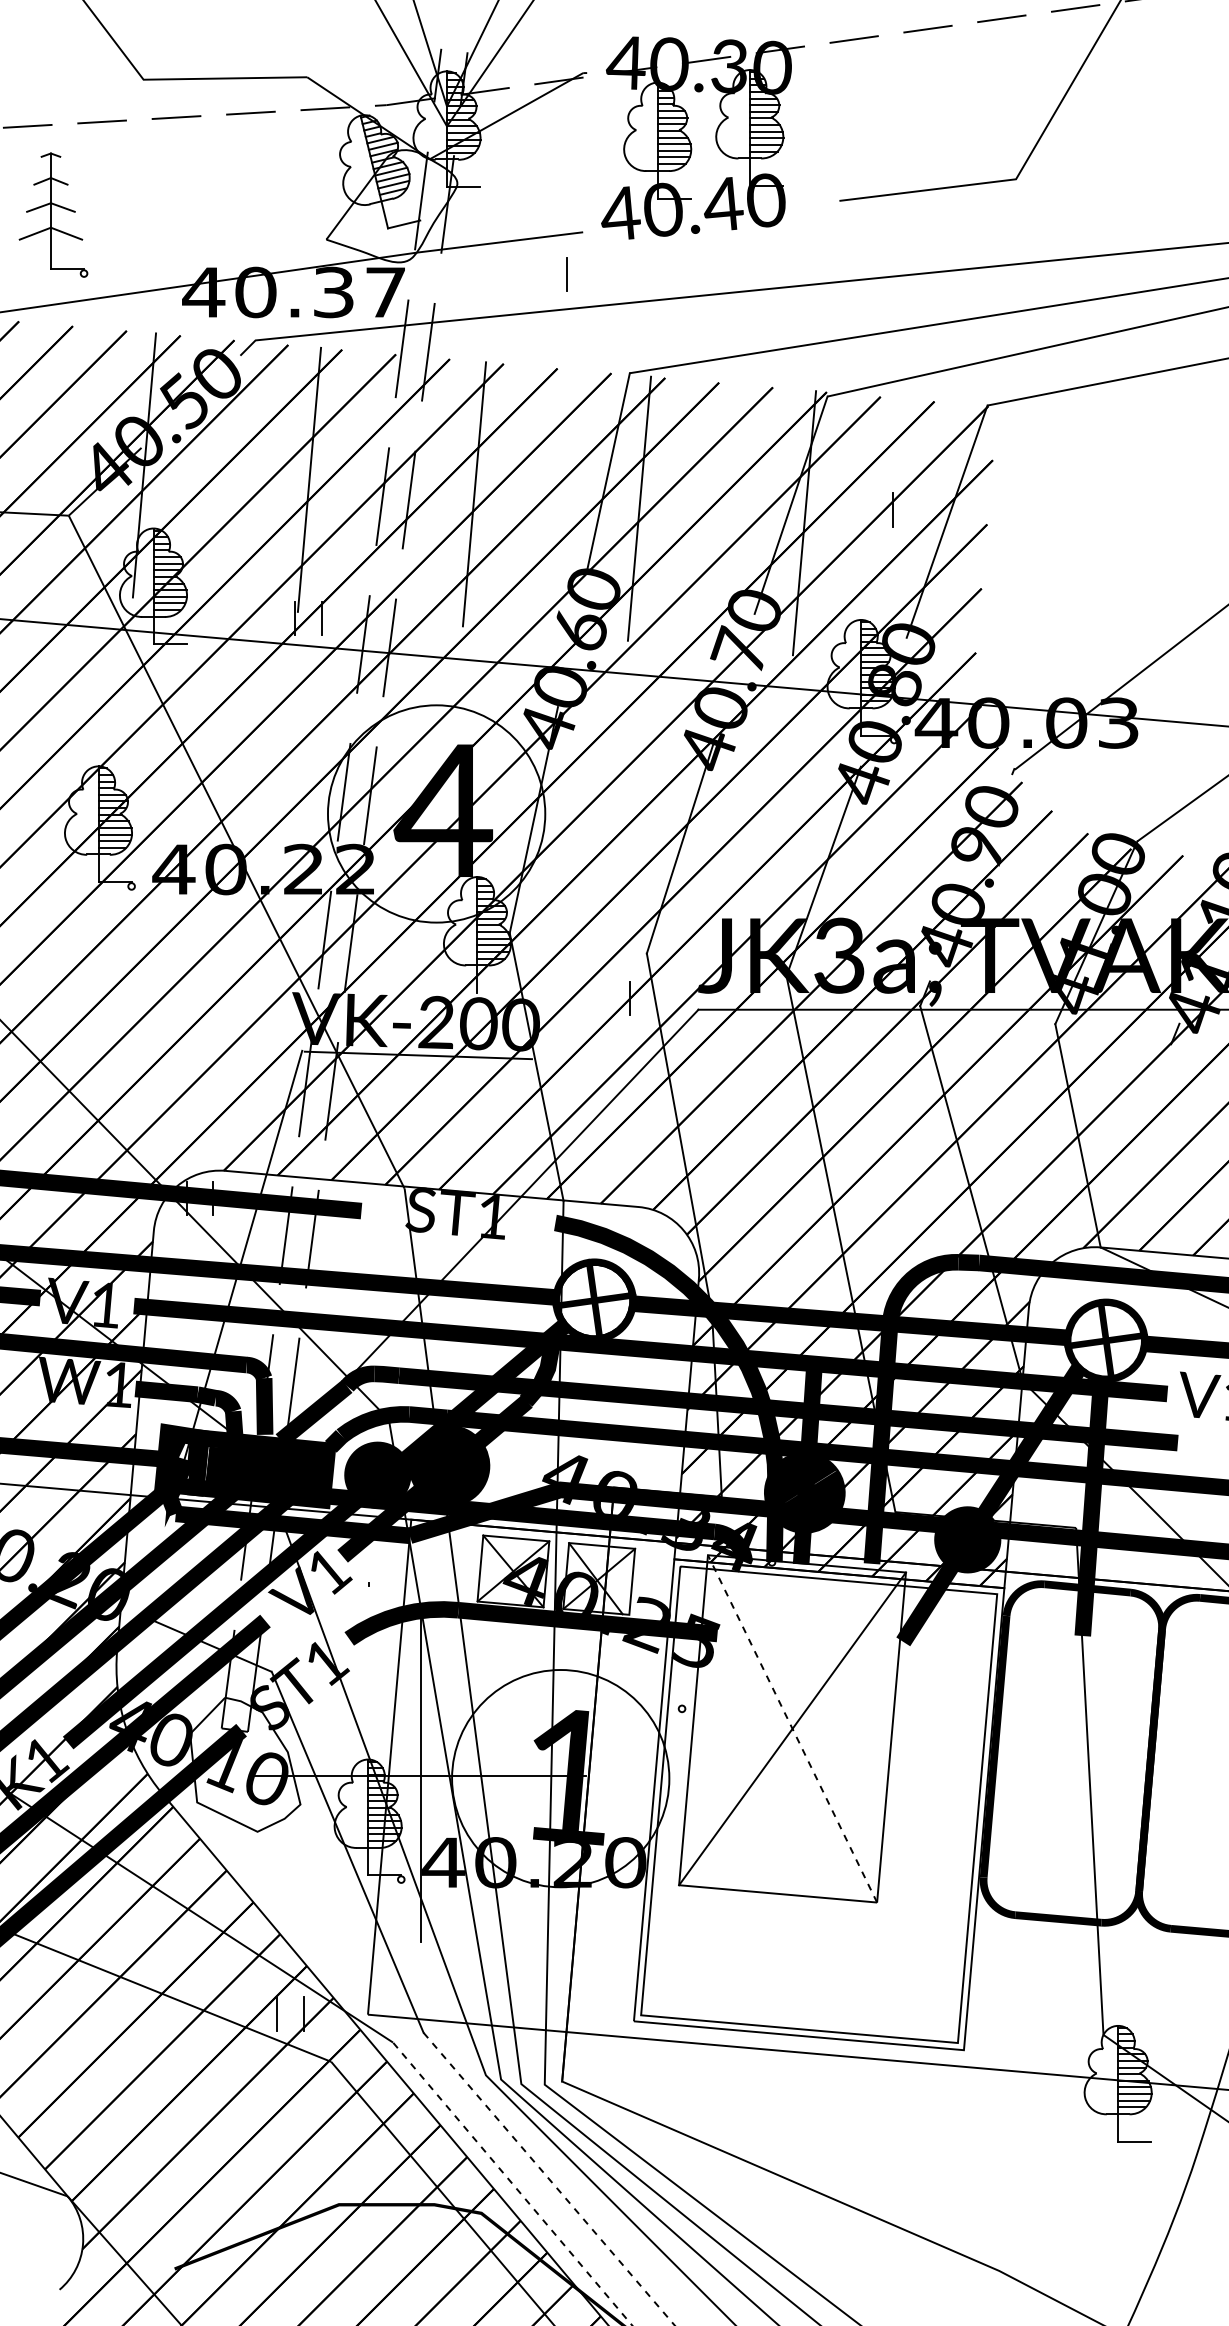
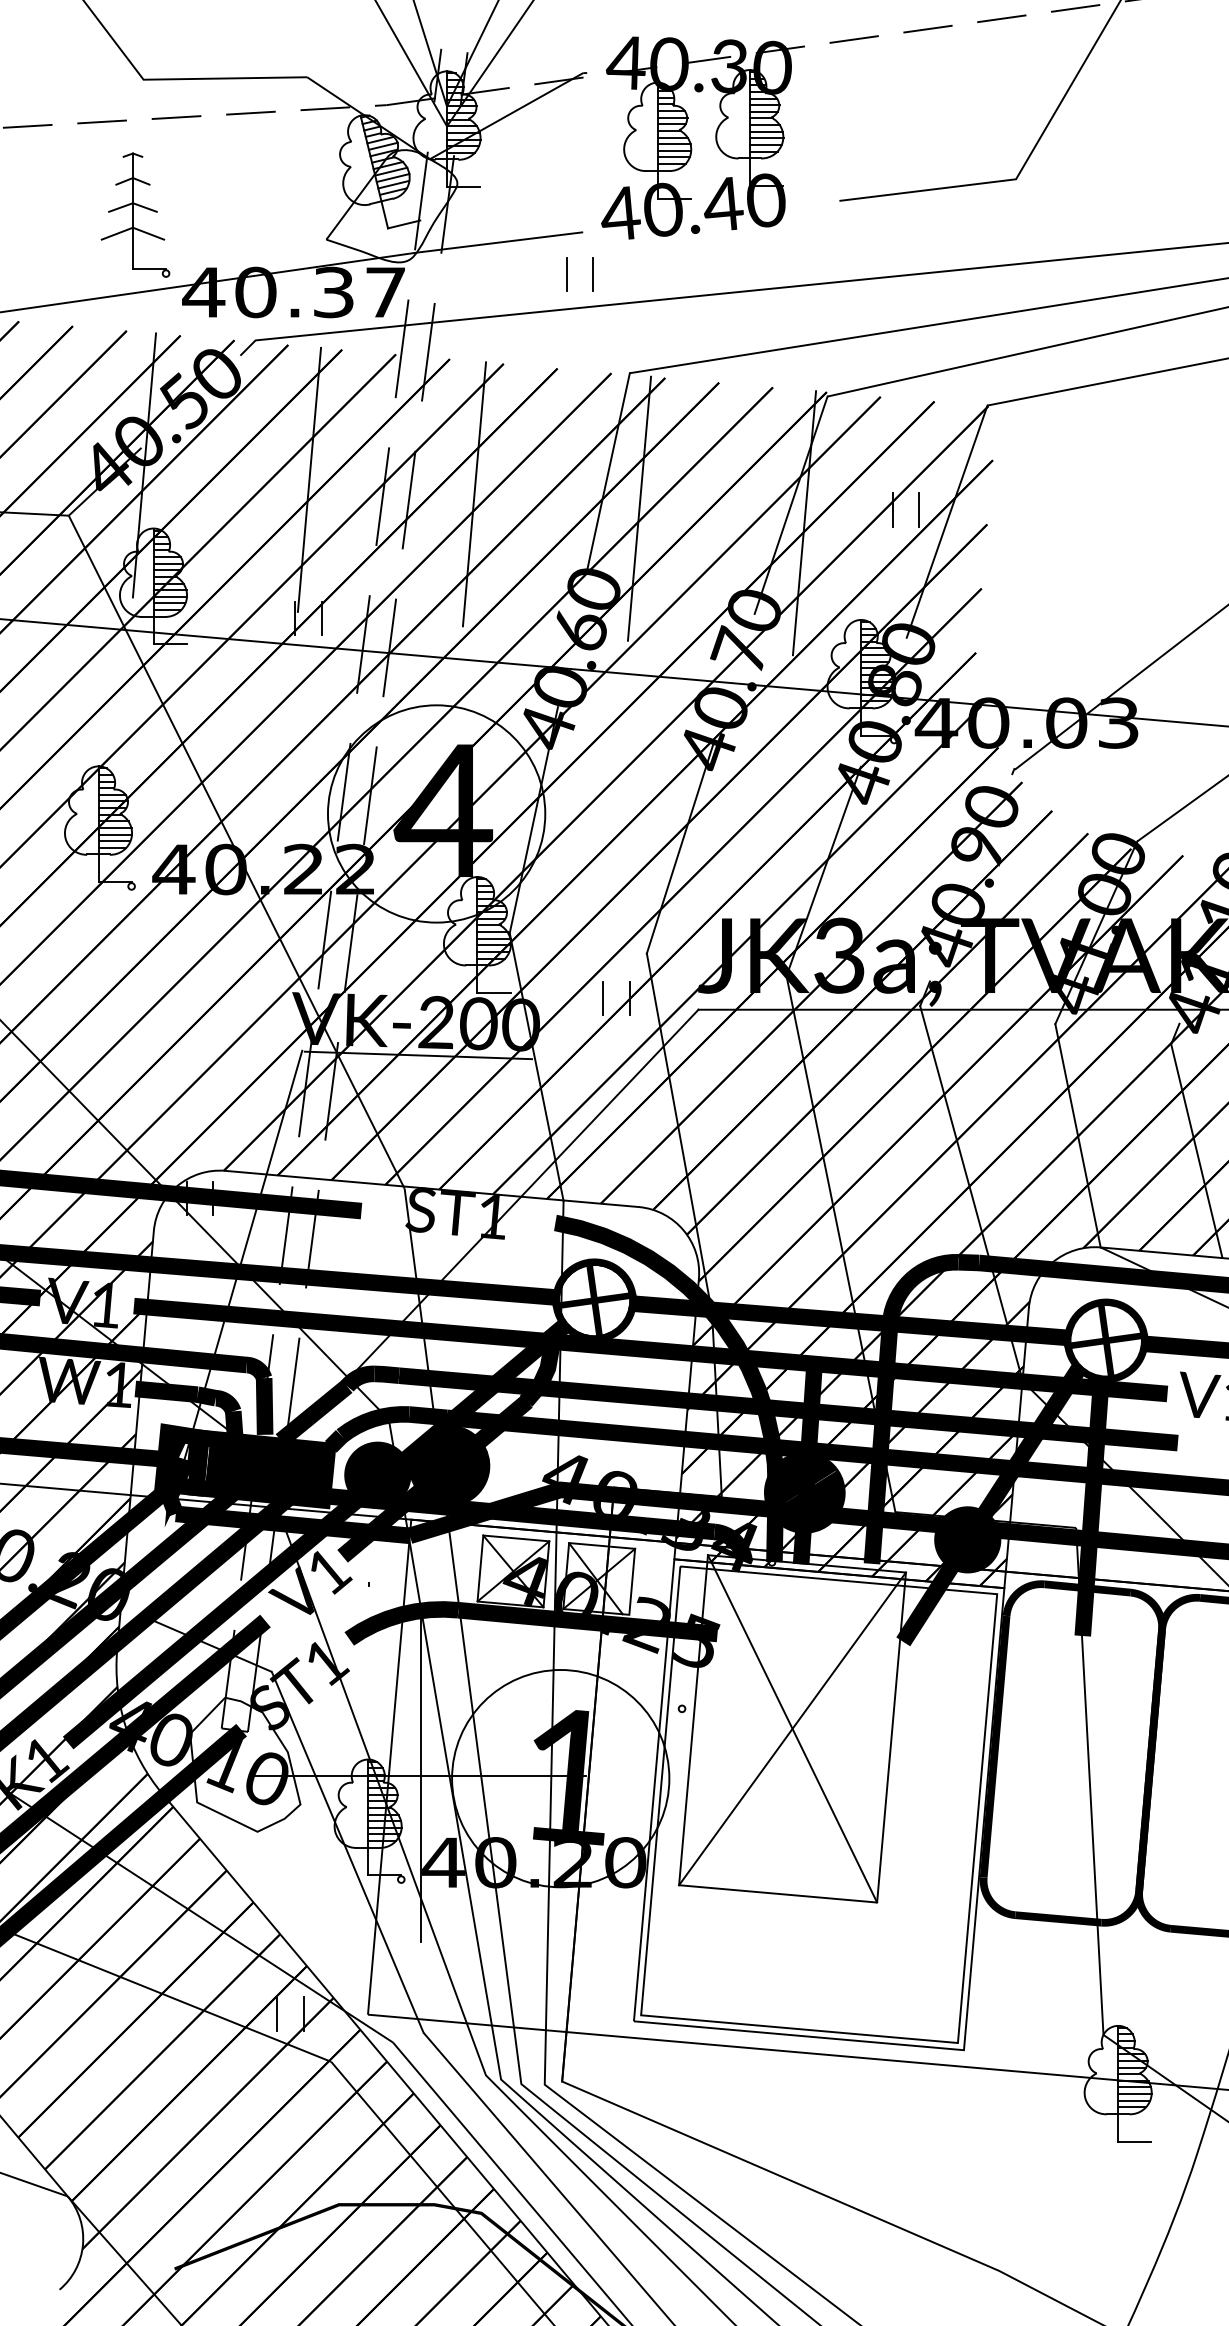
part at (53, 214) position: (53, 214) -> (135, 214)
line at (593, 273): none -> present
line at (919, 509): none -> present
line at (493, 992): none -> present
line at (603, 998): none -> present
line at (1196, 1150): none -> present
line at (792, 1728): dashed -> solid
line at (670, 2320): dashed -> solid
